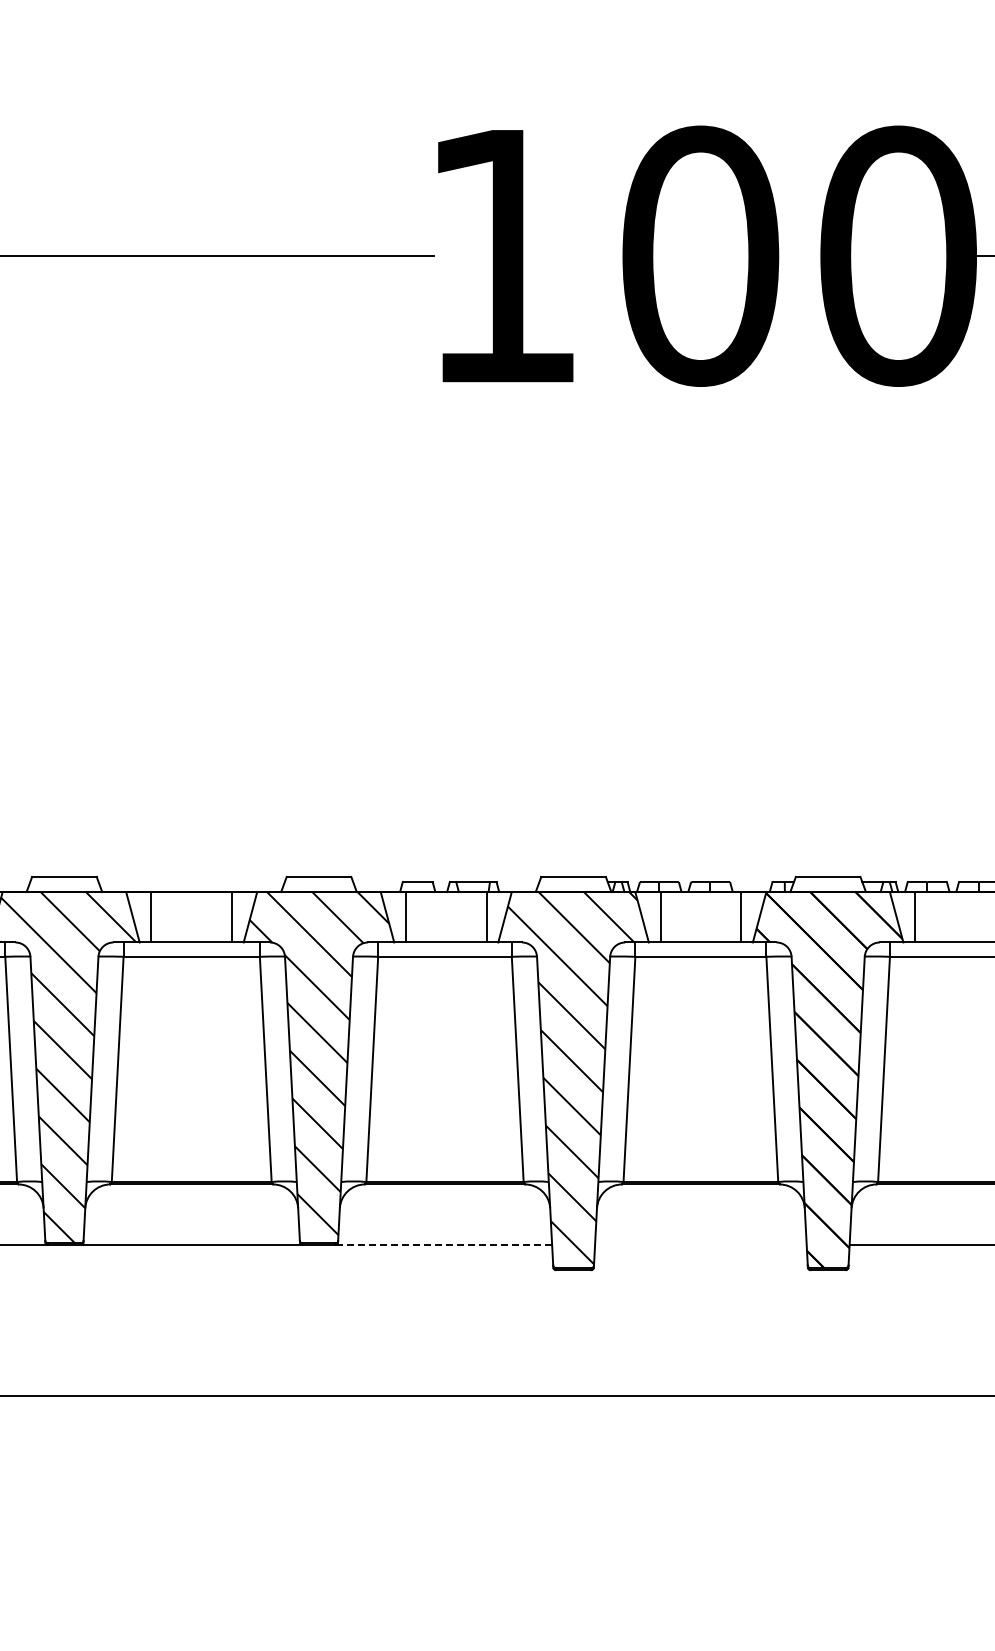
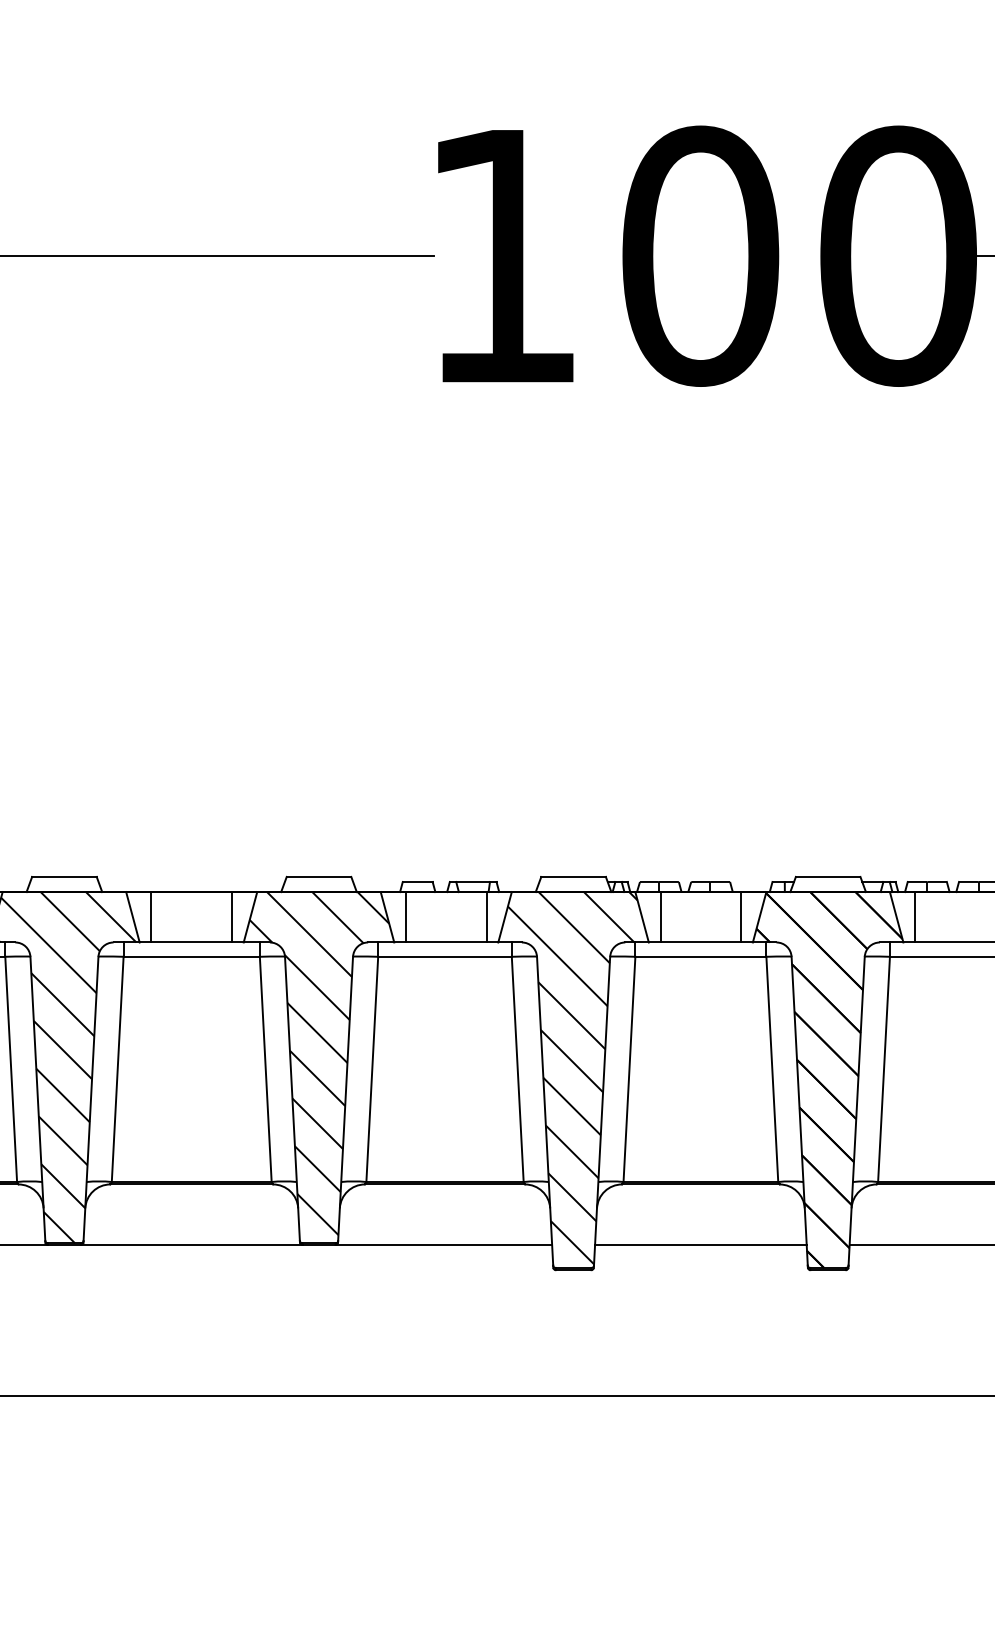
line at (444, 1244): dashed -> solid
line at (700, 1244): none -> present
